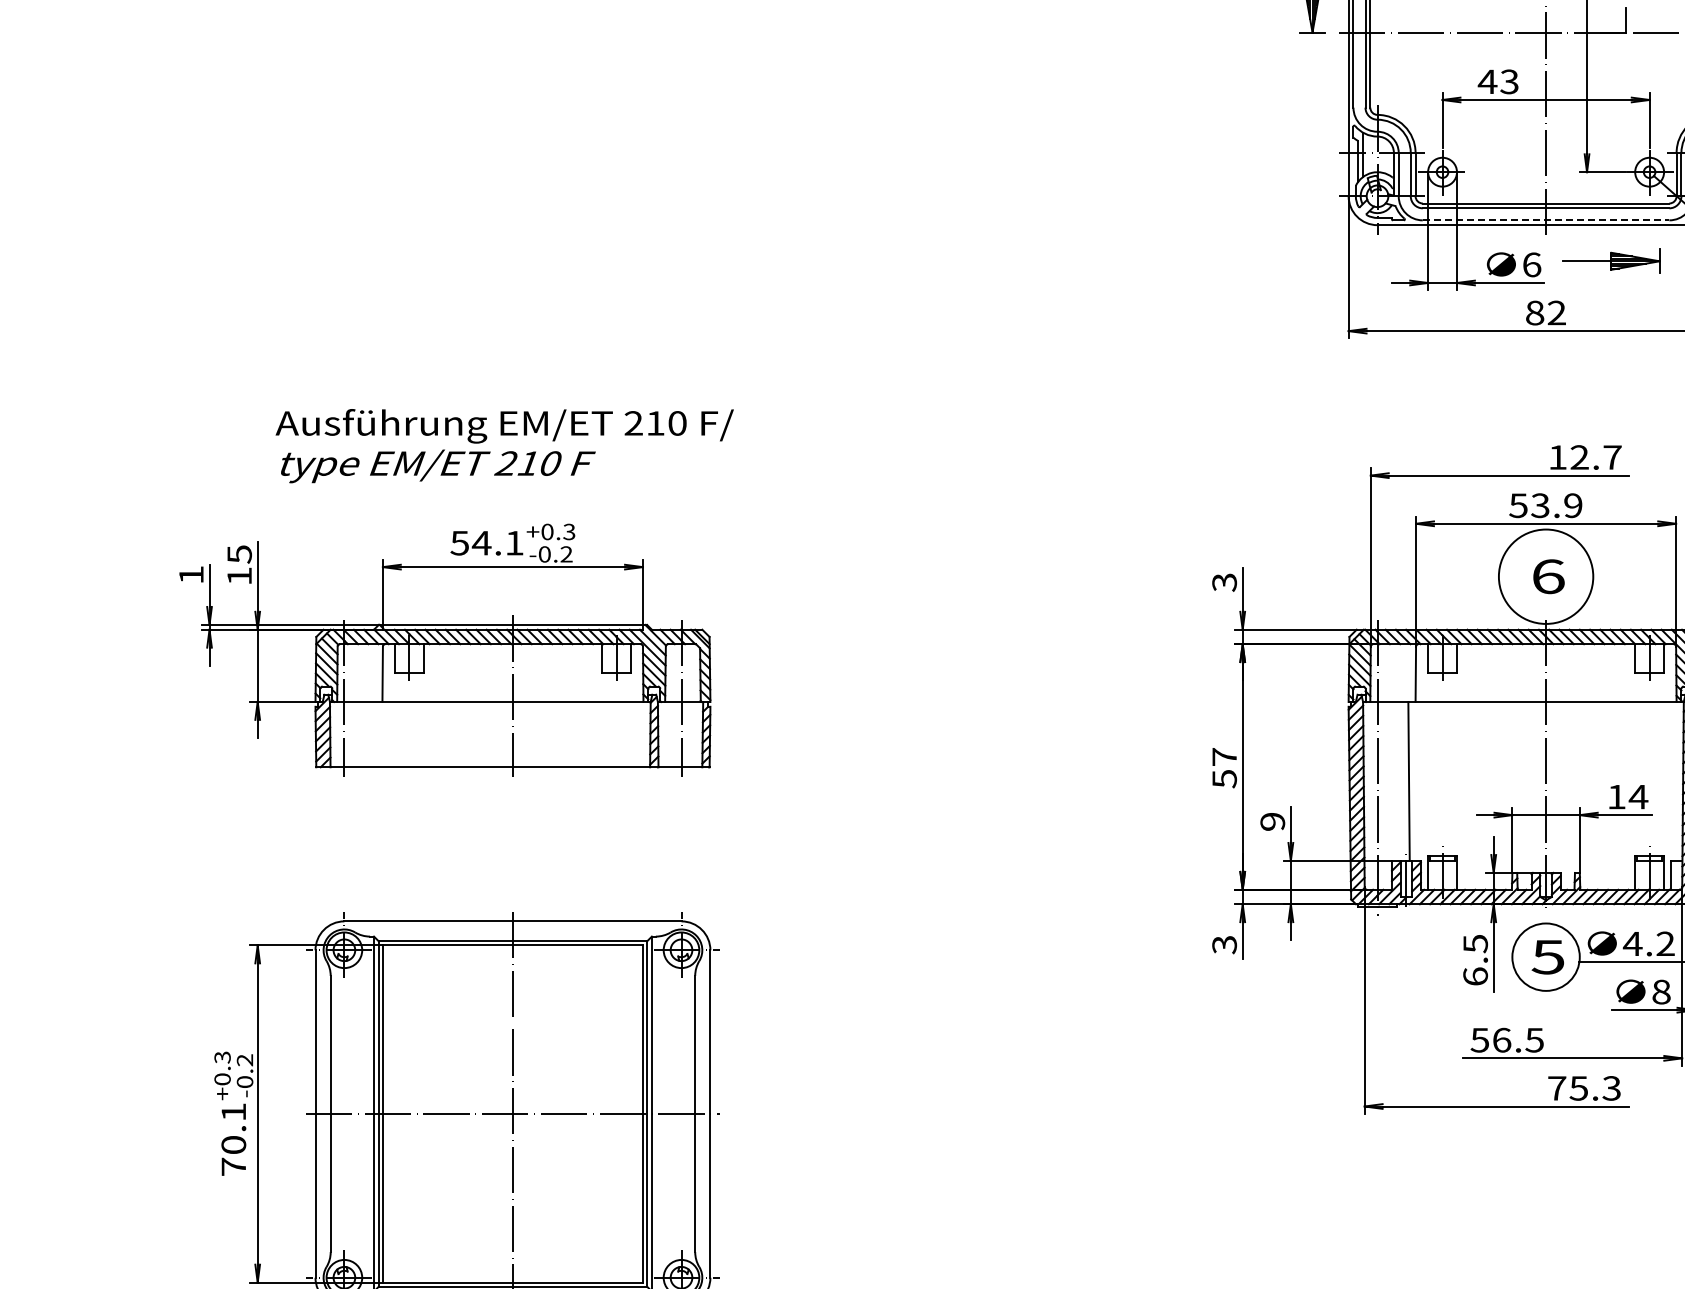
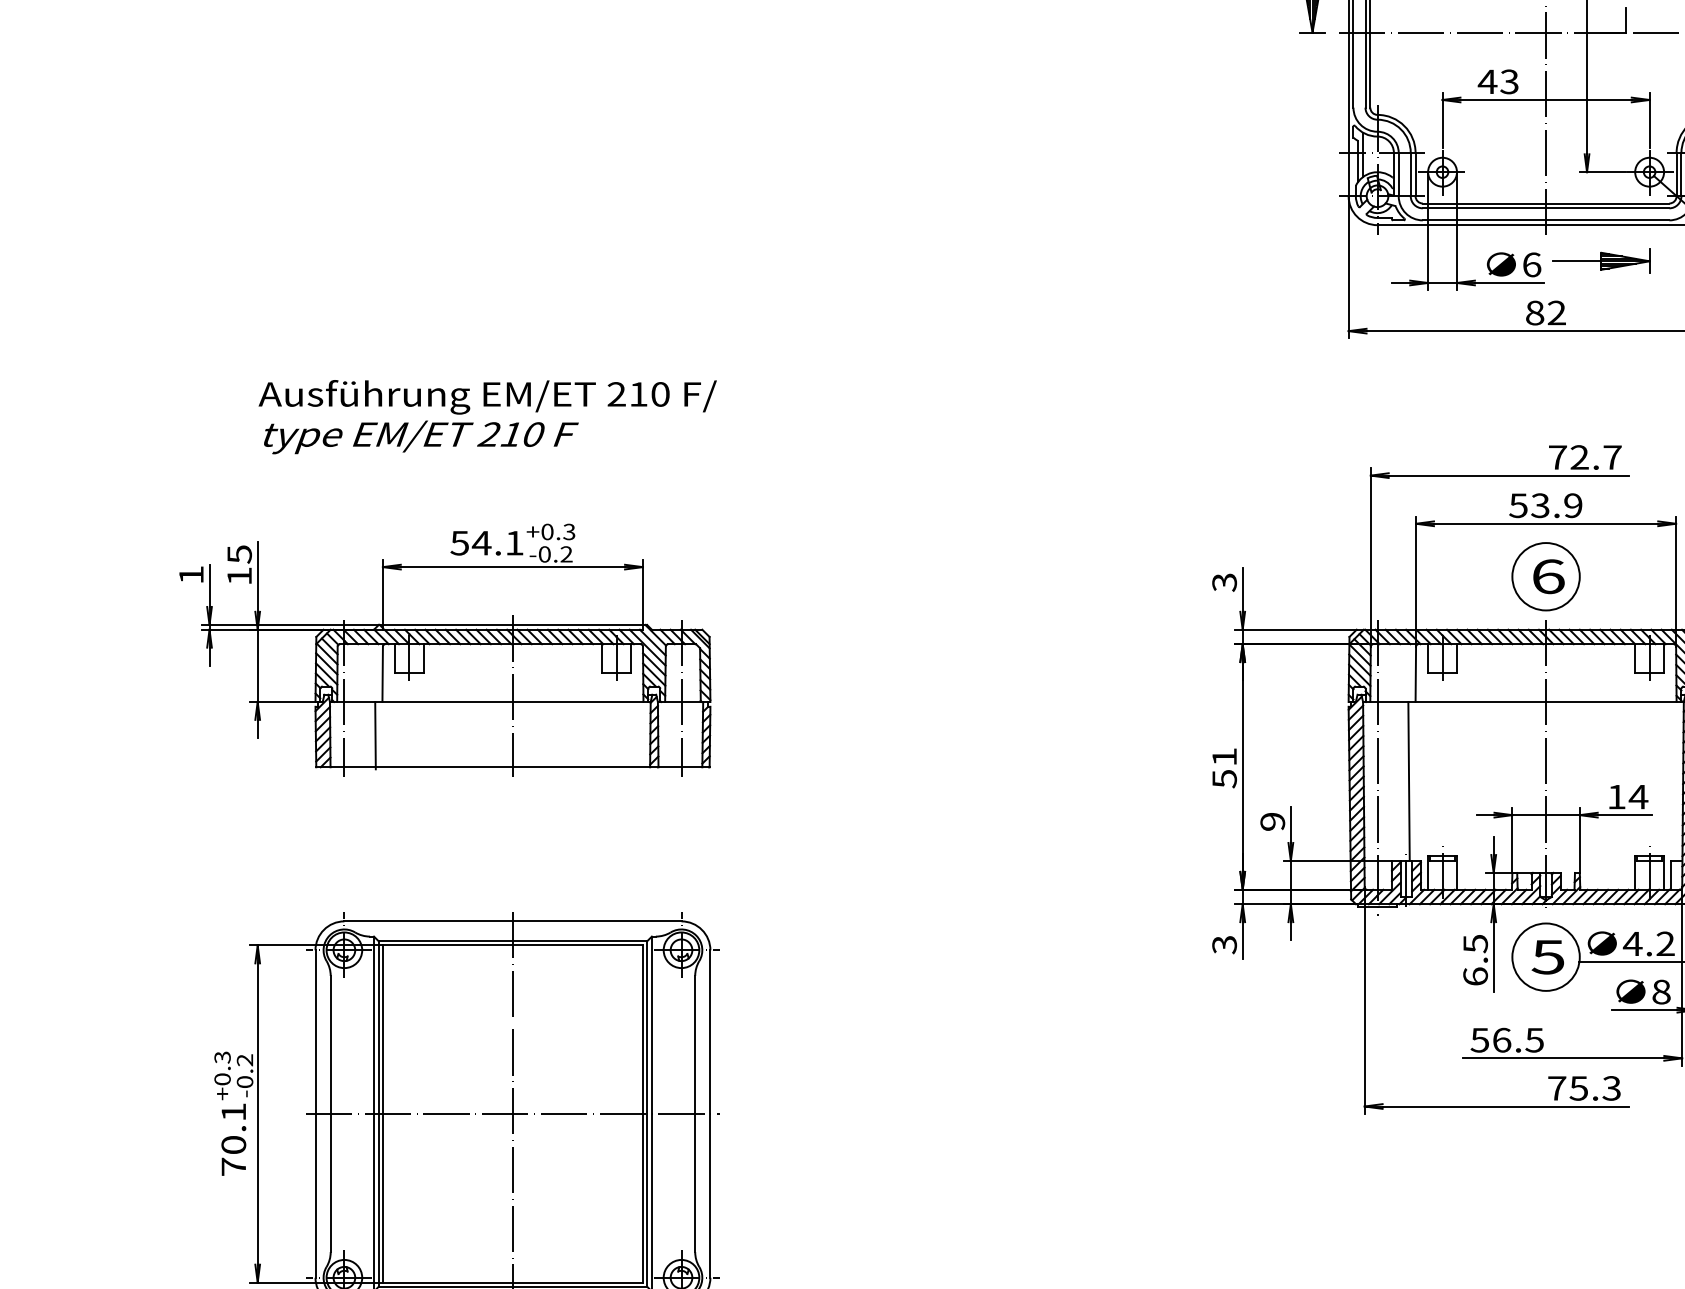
line at (1546, 220): dashed -> solid
part at (1611, 260) position: (1611, 260) -> (1601, 260)
text at (504, 446) position: (504, 446) -> (487, 417)
text at (1557, 457): 12.7 -> 72.7
circle at (1545, 576) diameter: 94 px -> 67 px
line at (375, 735): none -> present
text at (1224, 756): 57 -> 51
